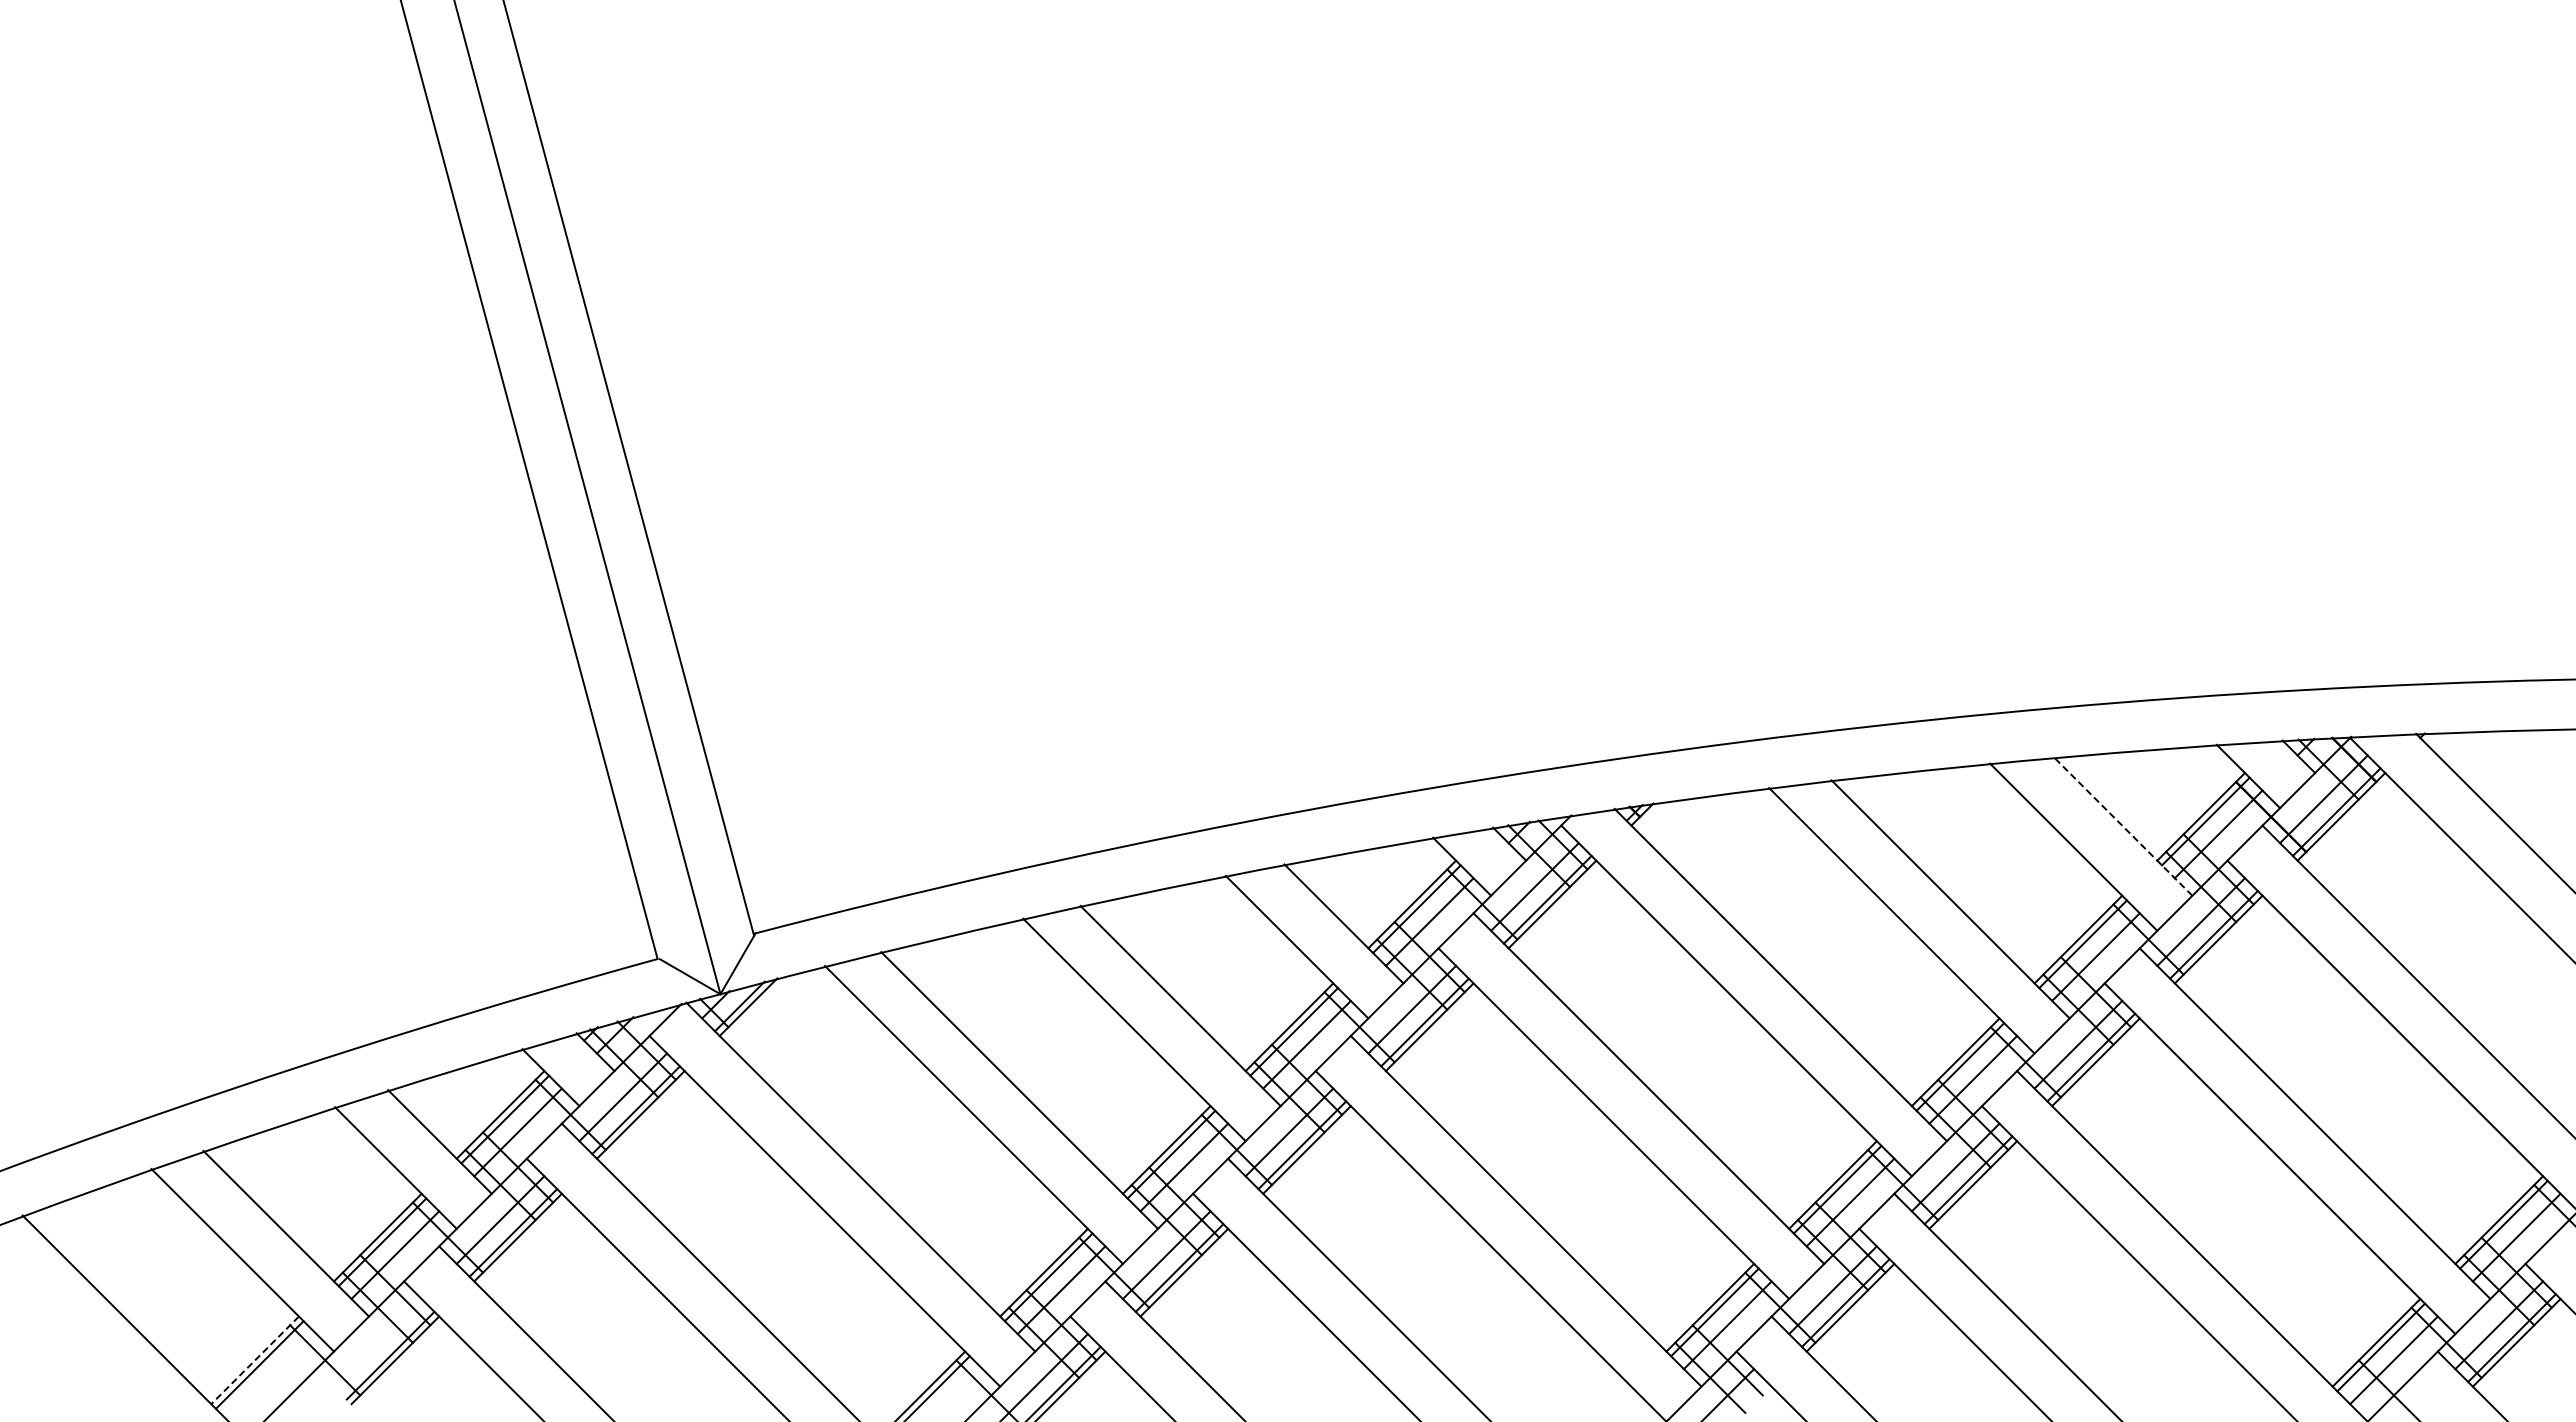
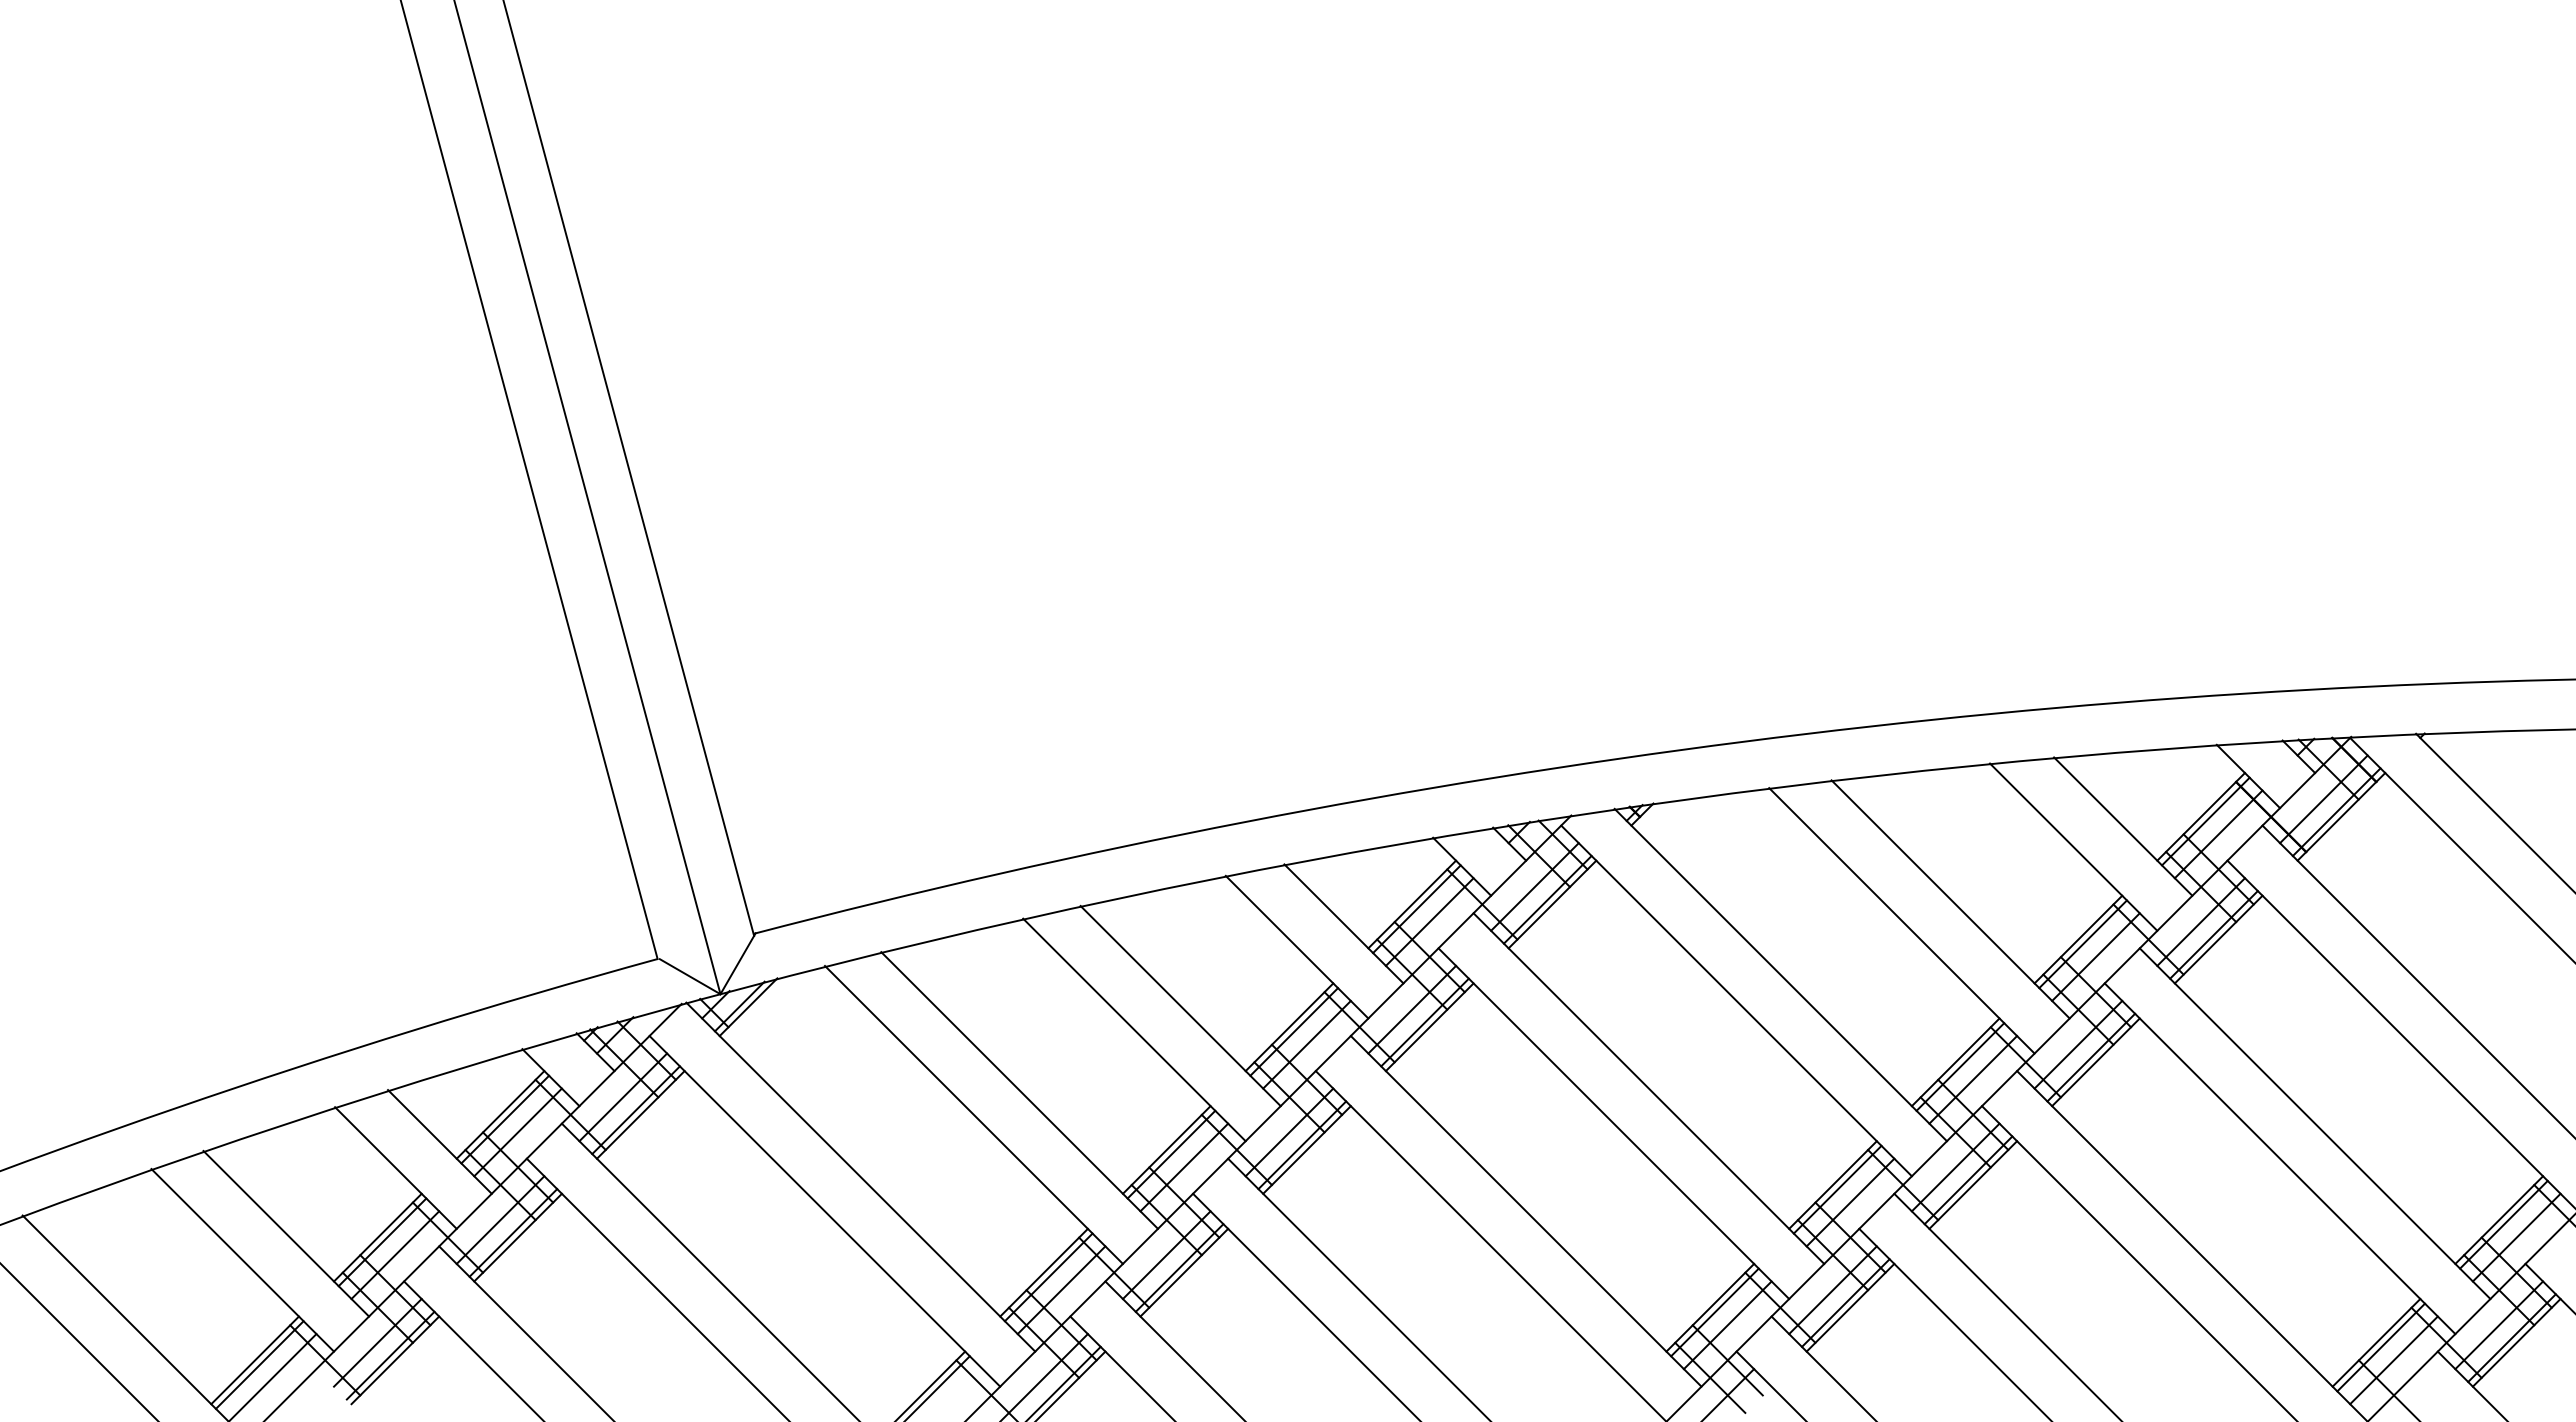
line at (2123, 826): dashed -> solid
line at (78, 1341): none -> present
line at (377, 1342): none -> present
line at (255, 1360): dashed -> solid
line at (273, 1376): none -> present
